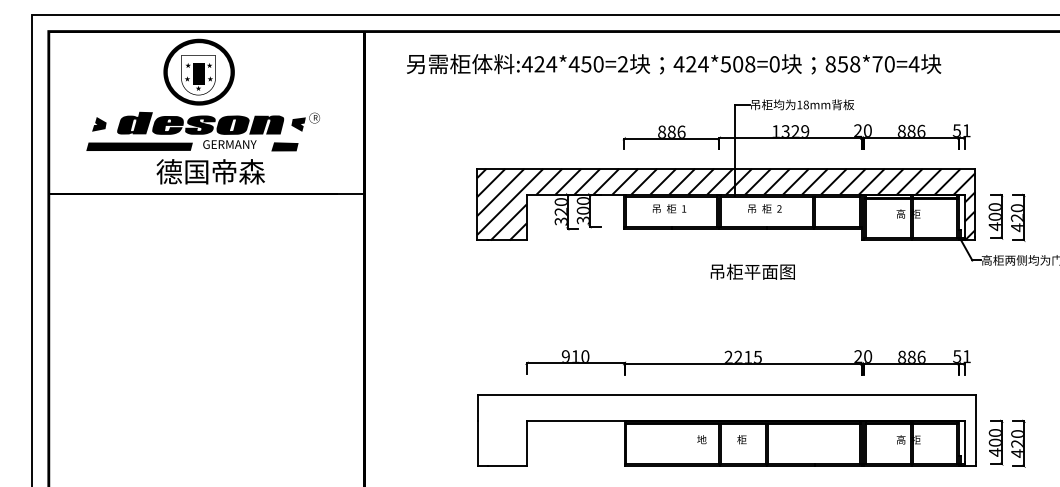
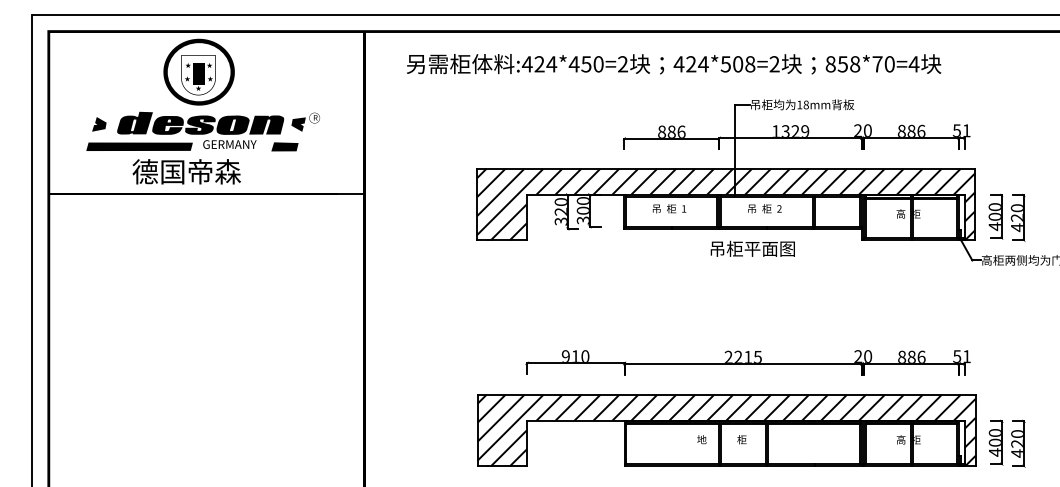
text at (774, 64): 424*508=0 -> 424*508=2
text at (210, 171) position: (210, 171) -> (186, 171)
text at (752, 271) position: (752, 271) -> (752, 248)
hatch at (726, 430): none -> present
